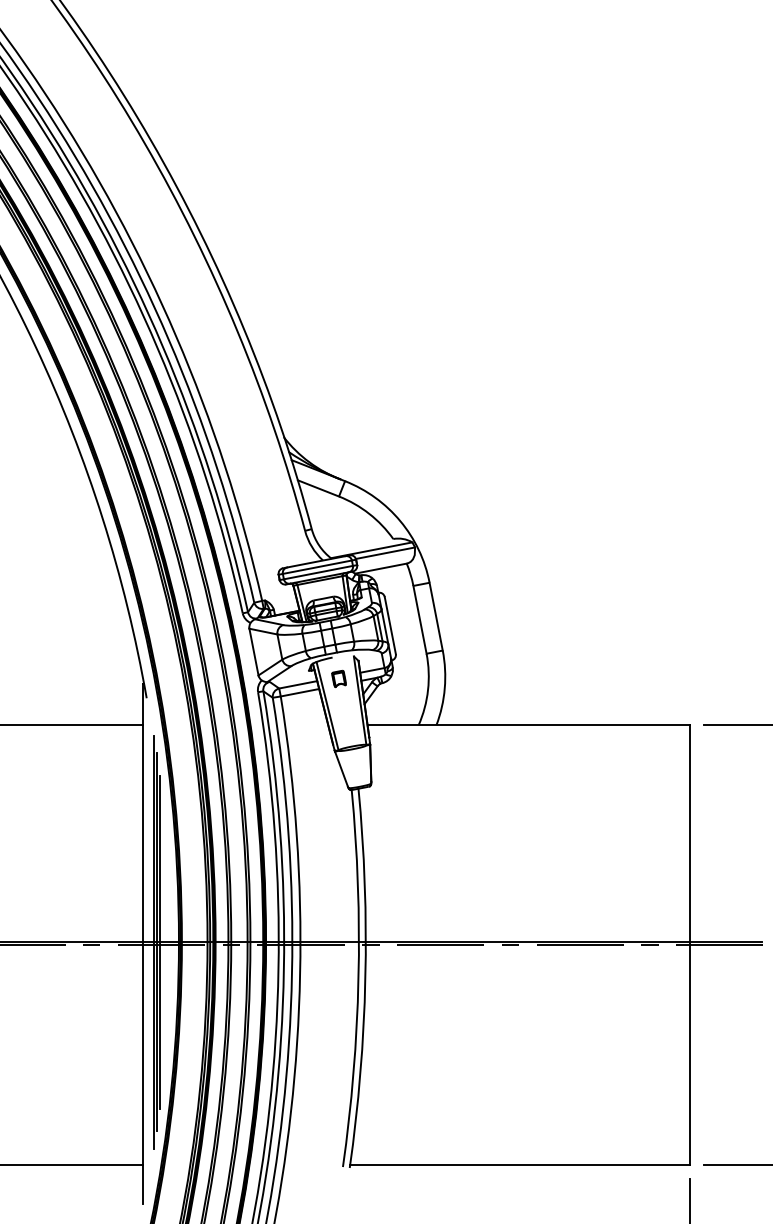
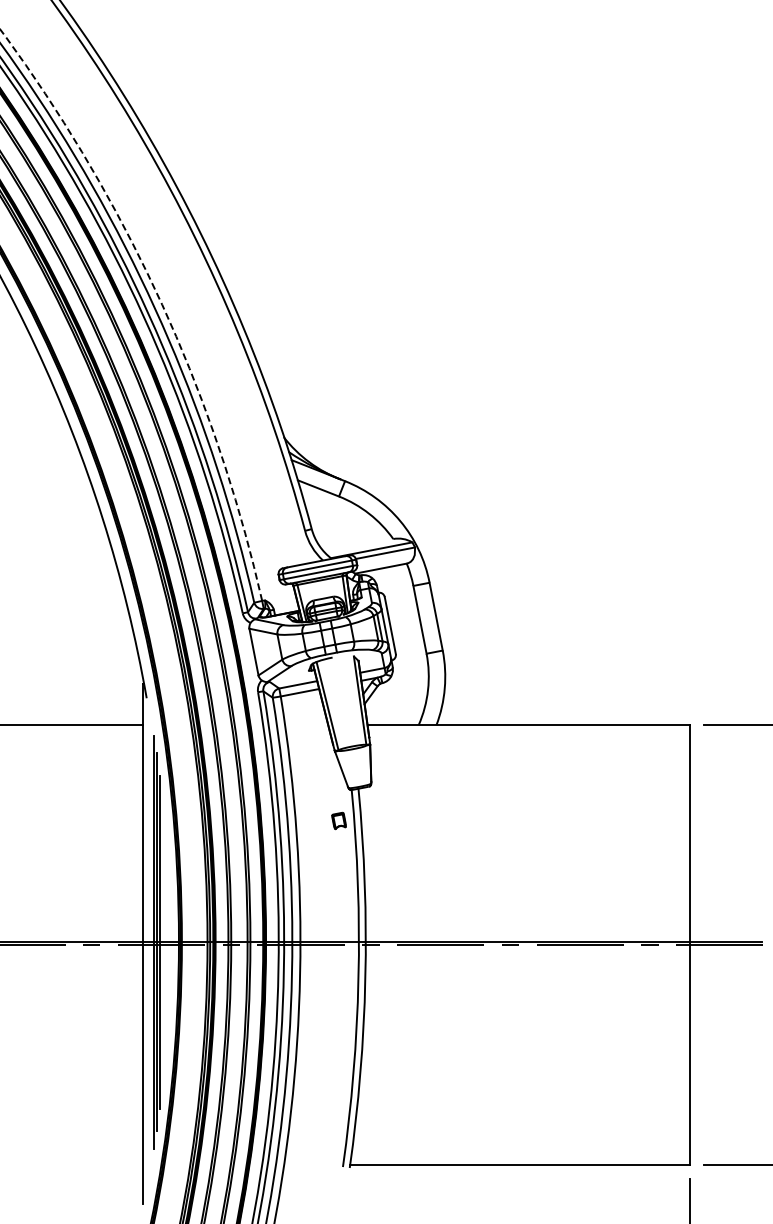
arc at (160, 300): solid -> dashed
part at (338, 678) position: (338, 678) -> (338, 820)
line at (72, 1164): present -> none
